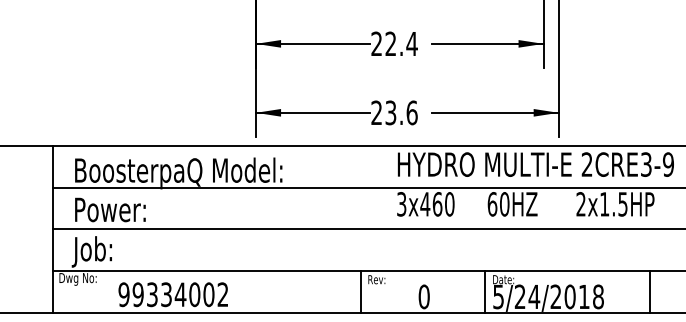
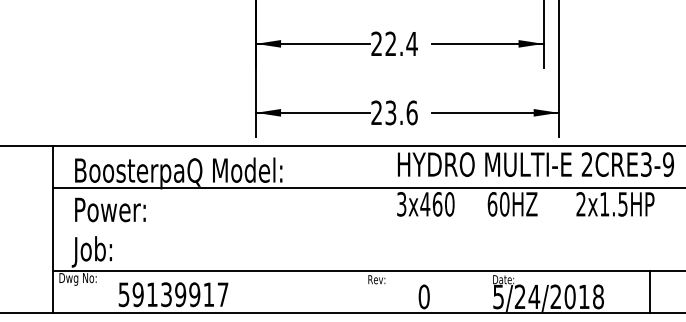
line at (367, 229): present -> none
line at (360, 291): present -> none
line at (484, 291): present -> none
text at (173, 294): 99334002 -> 59139917
